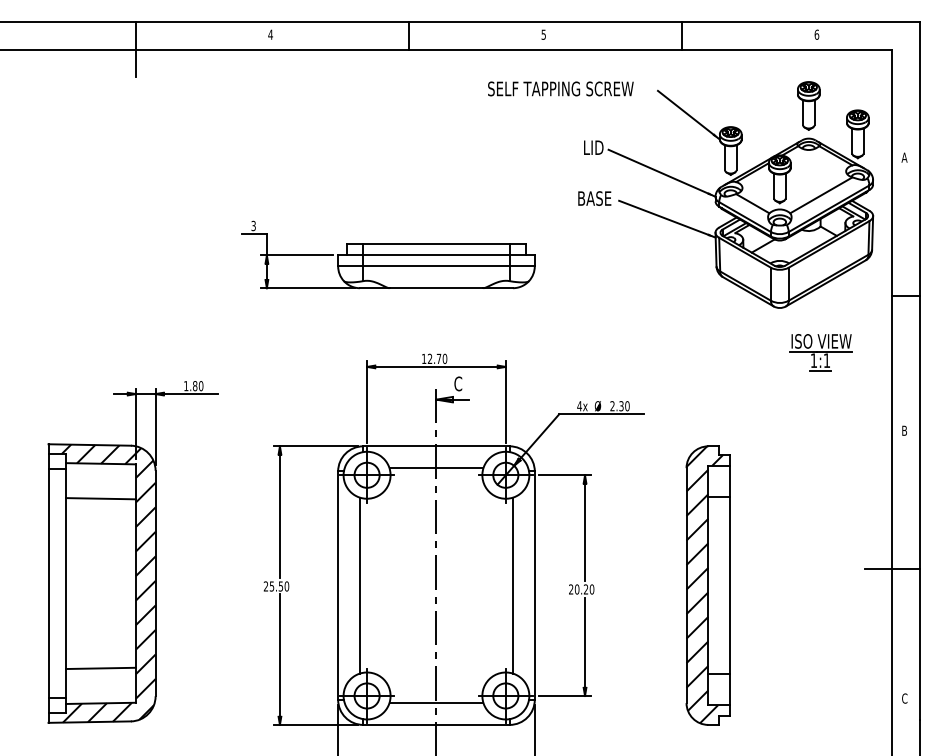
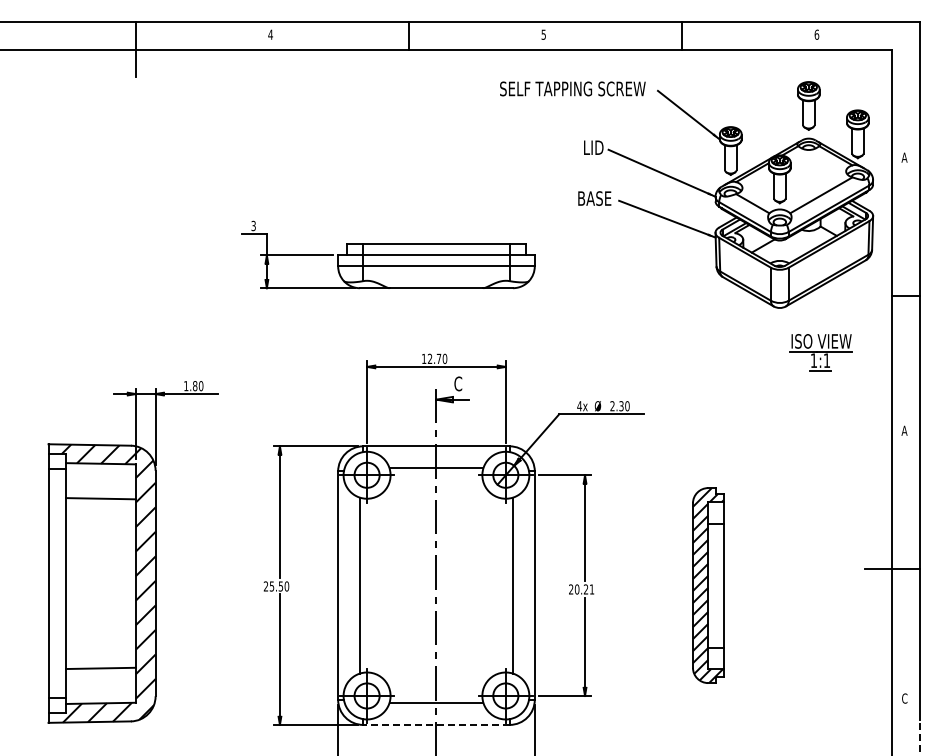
text at (560, 88) position: (560, 88) -> (572, 88)
text at (904, 430): B -> A
part at (707, 585) size: 46x281 px -> 33x197 px
text at (591, 589): 20.20 -> 20.21
line at (435, 724): solid -> dashed
line at (919, 737): solid -> dashed
